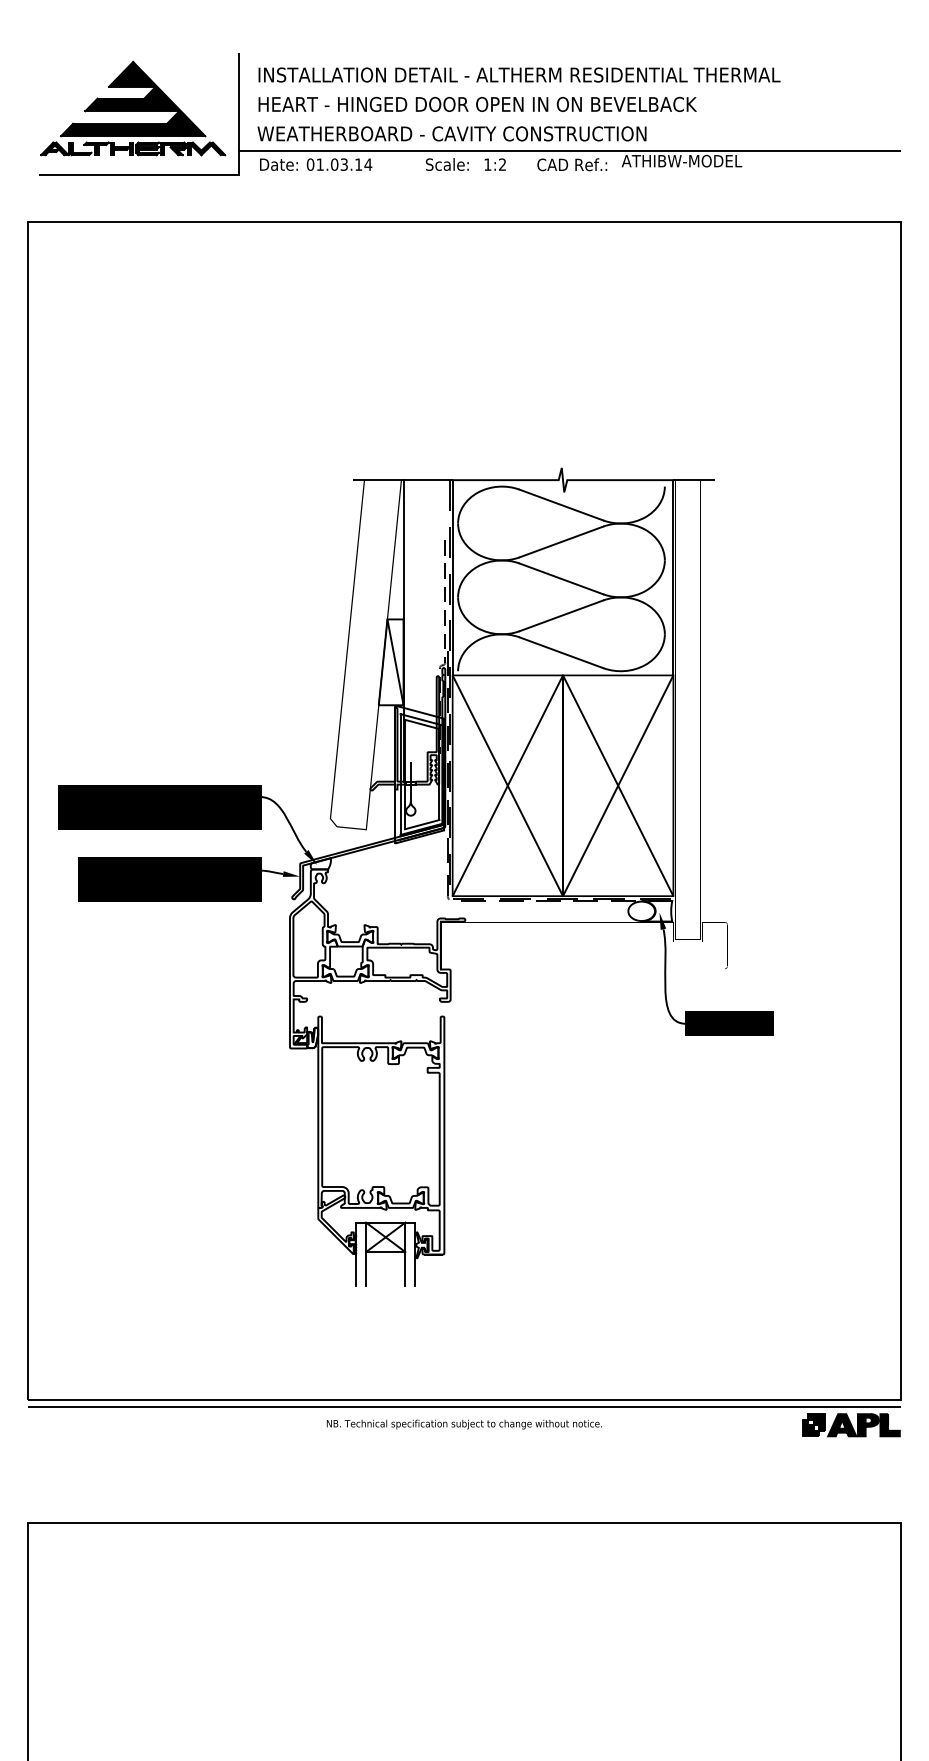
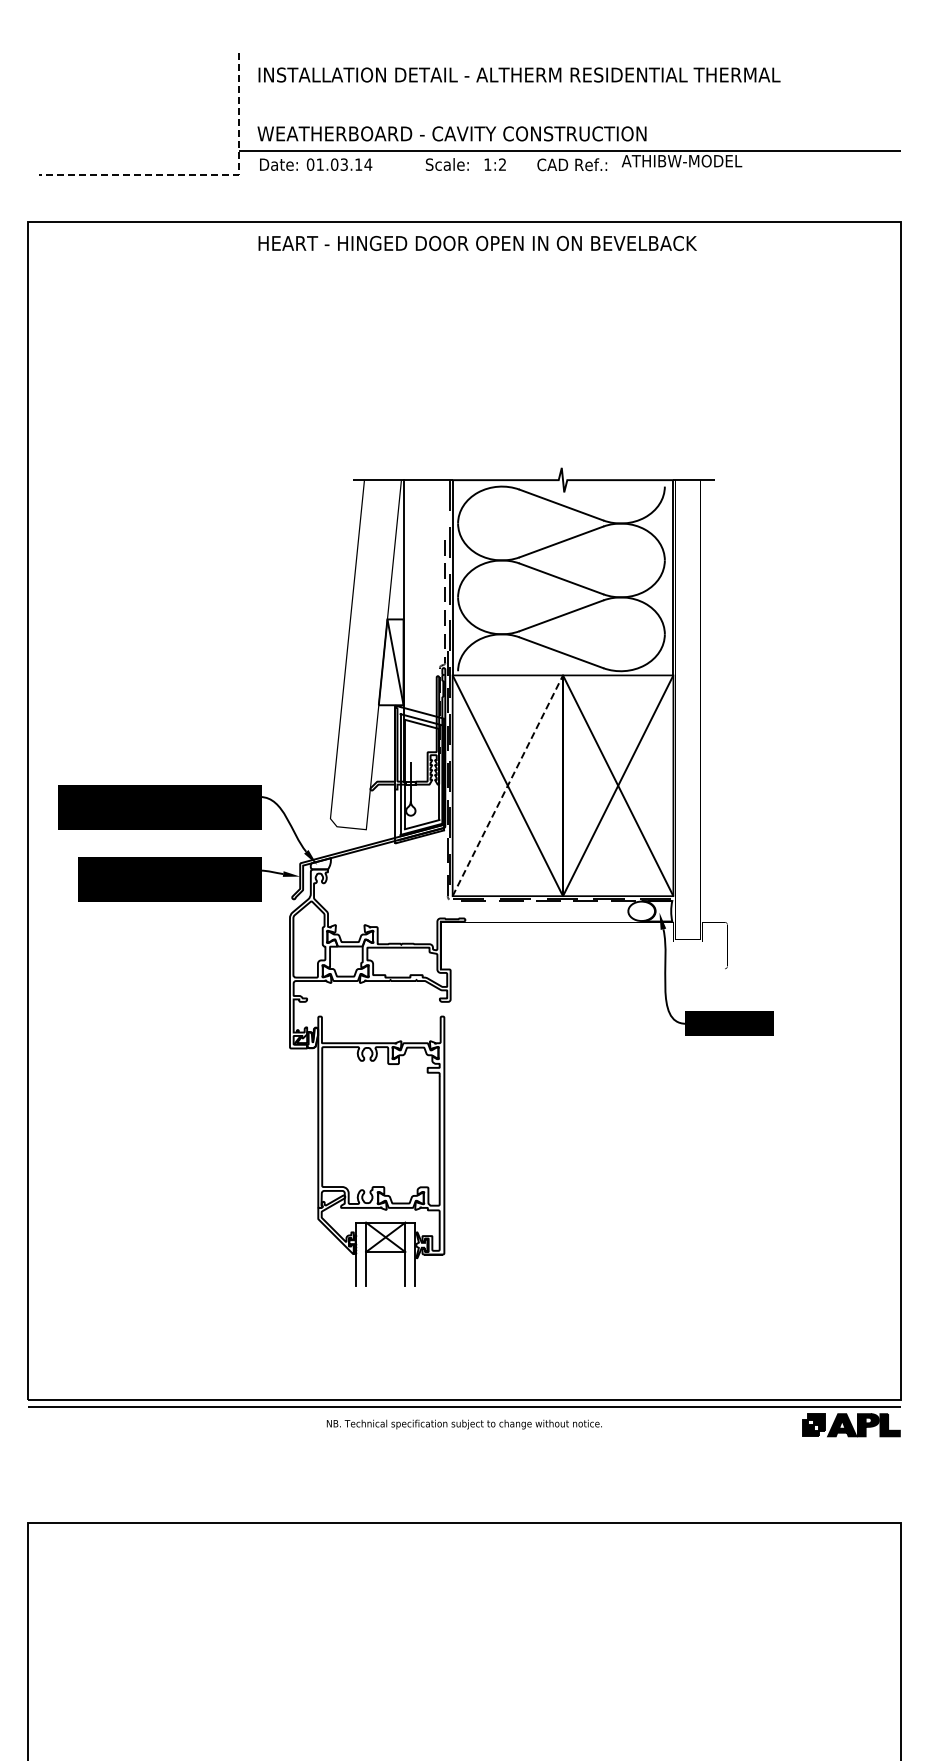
text at (477, 103) position: (477, 103) -> (477, 242)
part at (133, 108): present -> none
line at (199, 175): solid -> dashed
line at (508, 785): solid -> dashed
